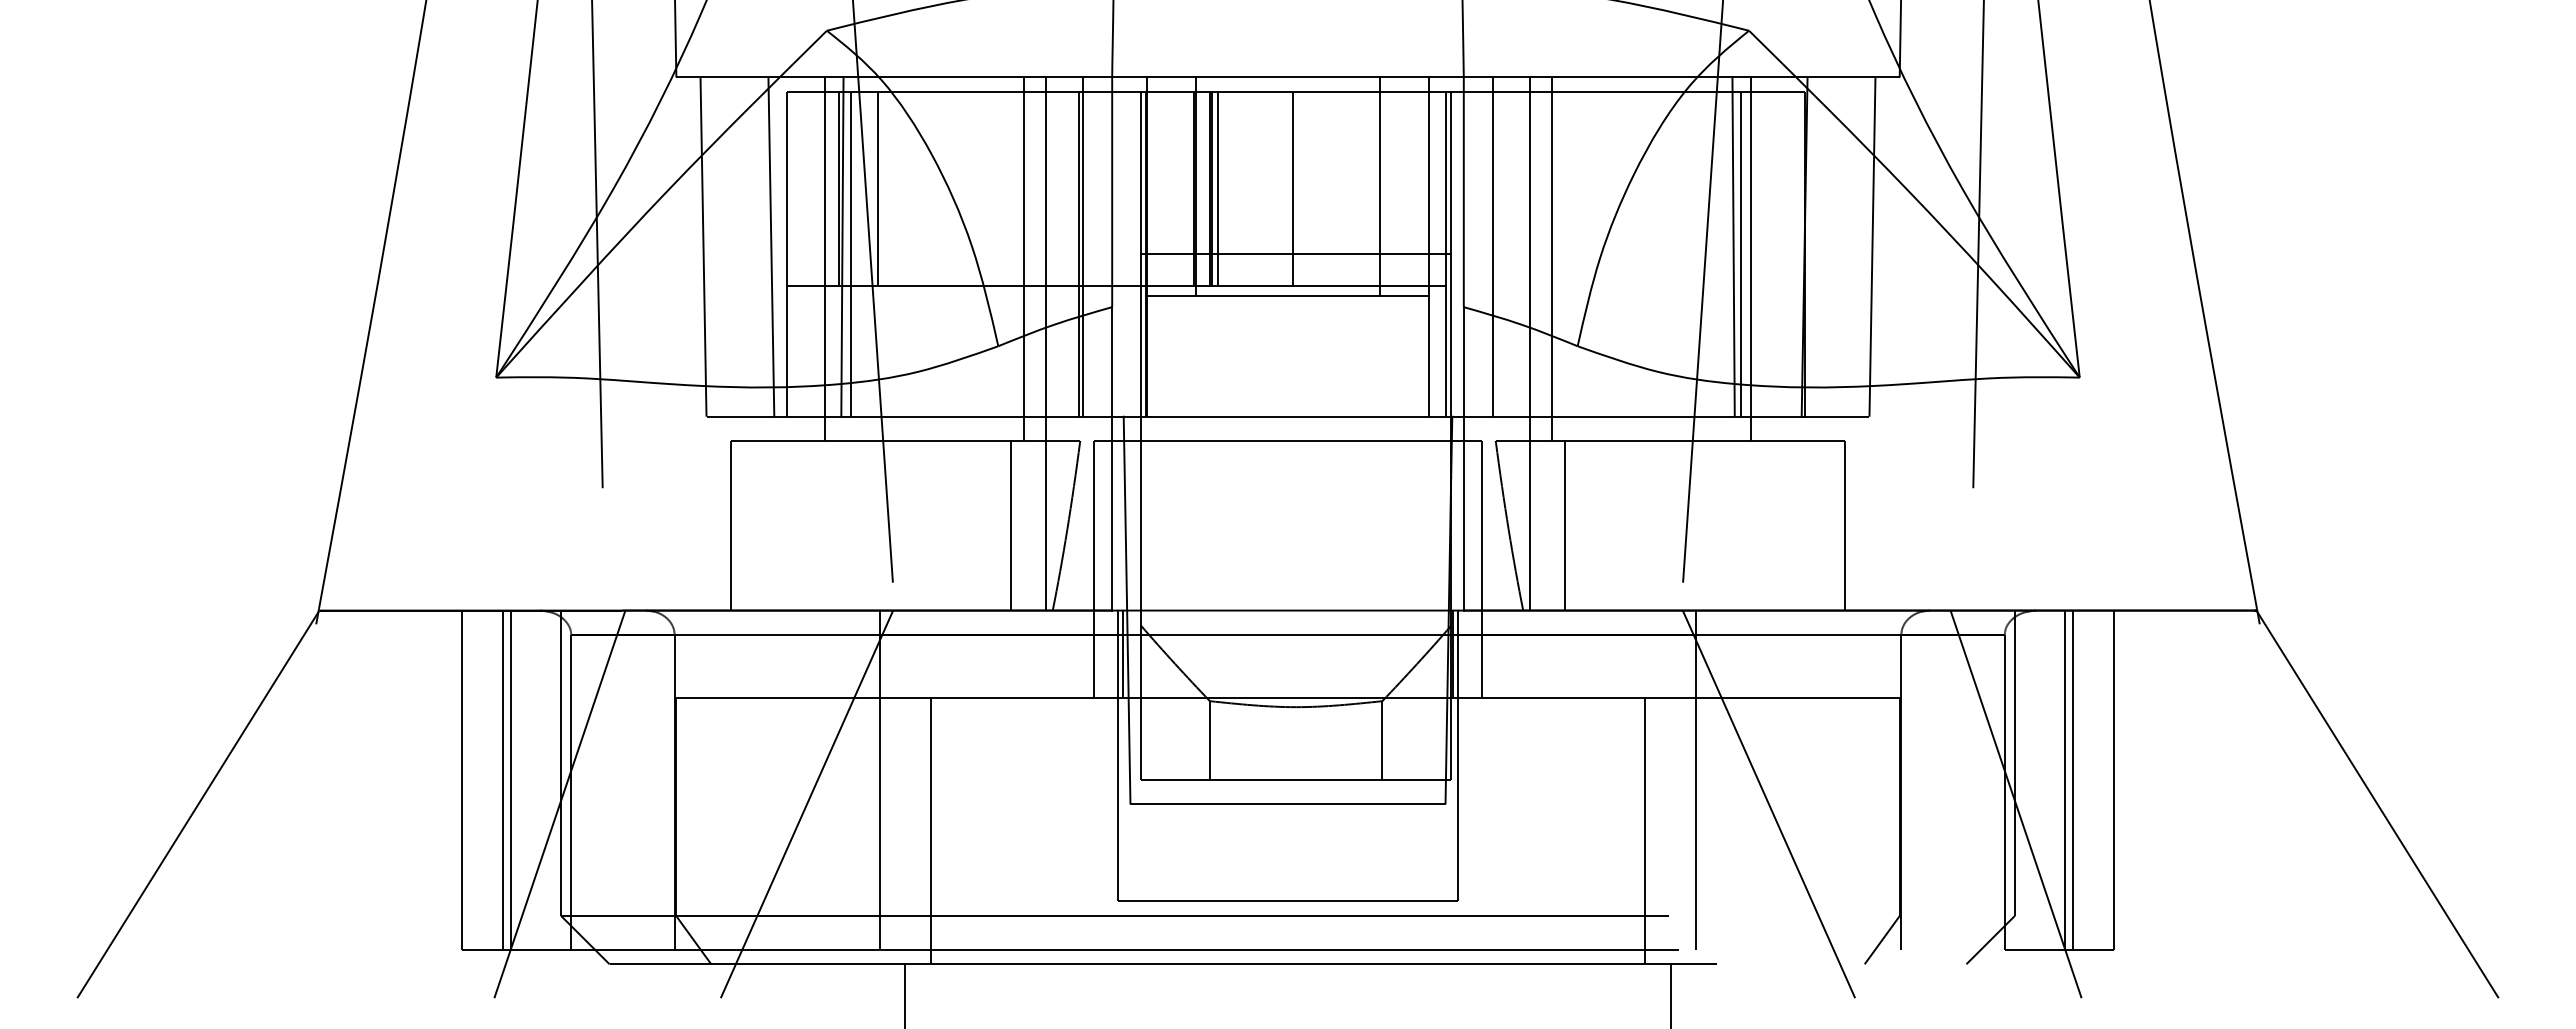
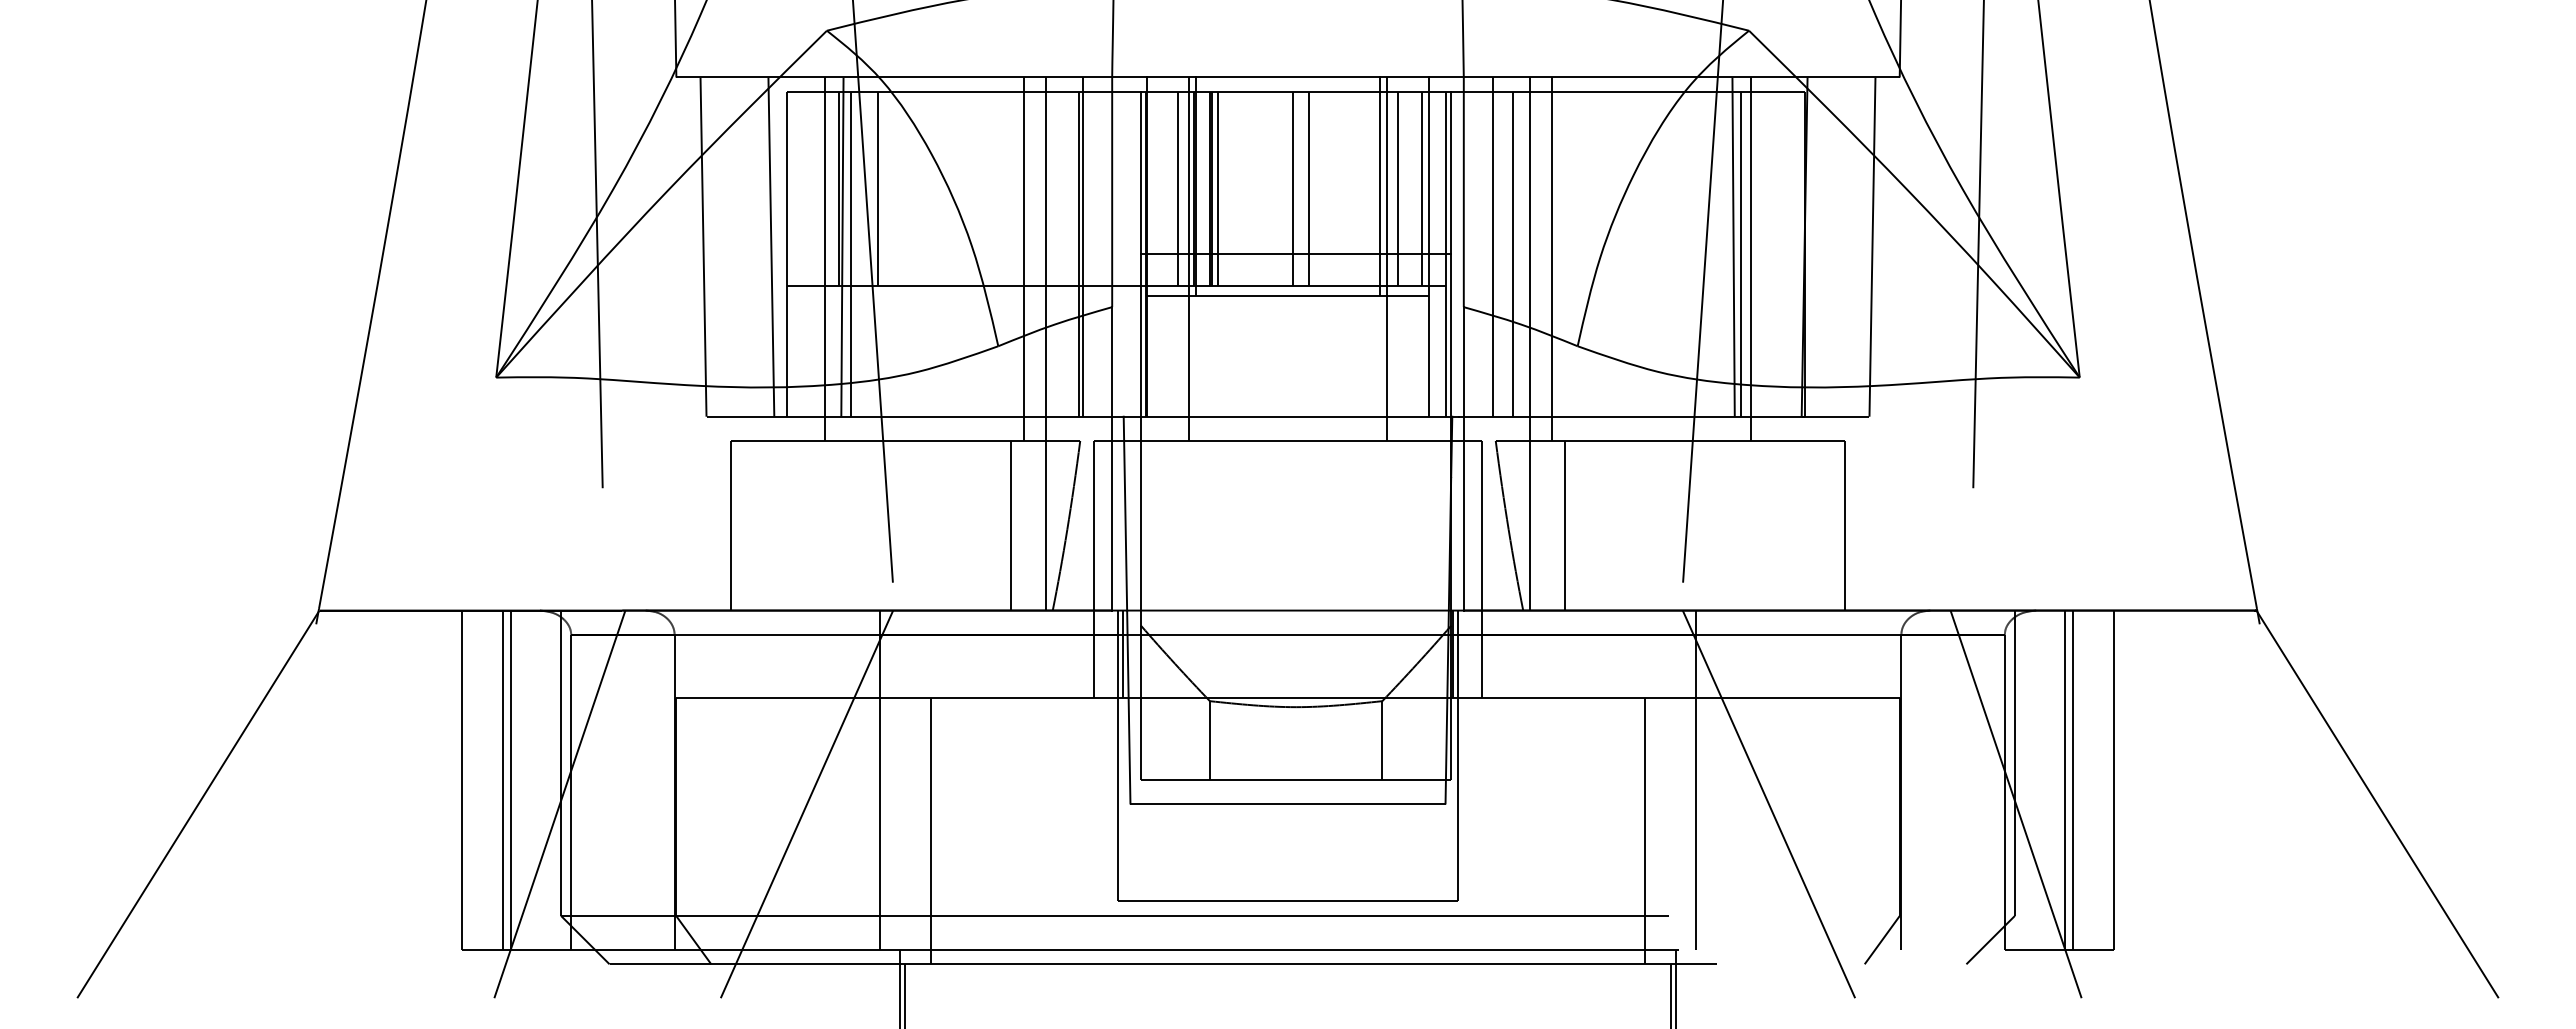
line at (1177, 188): none -> present
line at (1308, 188): none -> present
line at (1397, 188): none -> present
line at (1422, 188): none -> present
line at (1512, 254): none -> present
line at (1188, 258): none -> present
line at (1387, 258): none -> present
line at (900, 987): none -> present
line at (1675, 987): none -> present
